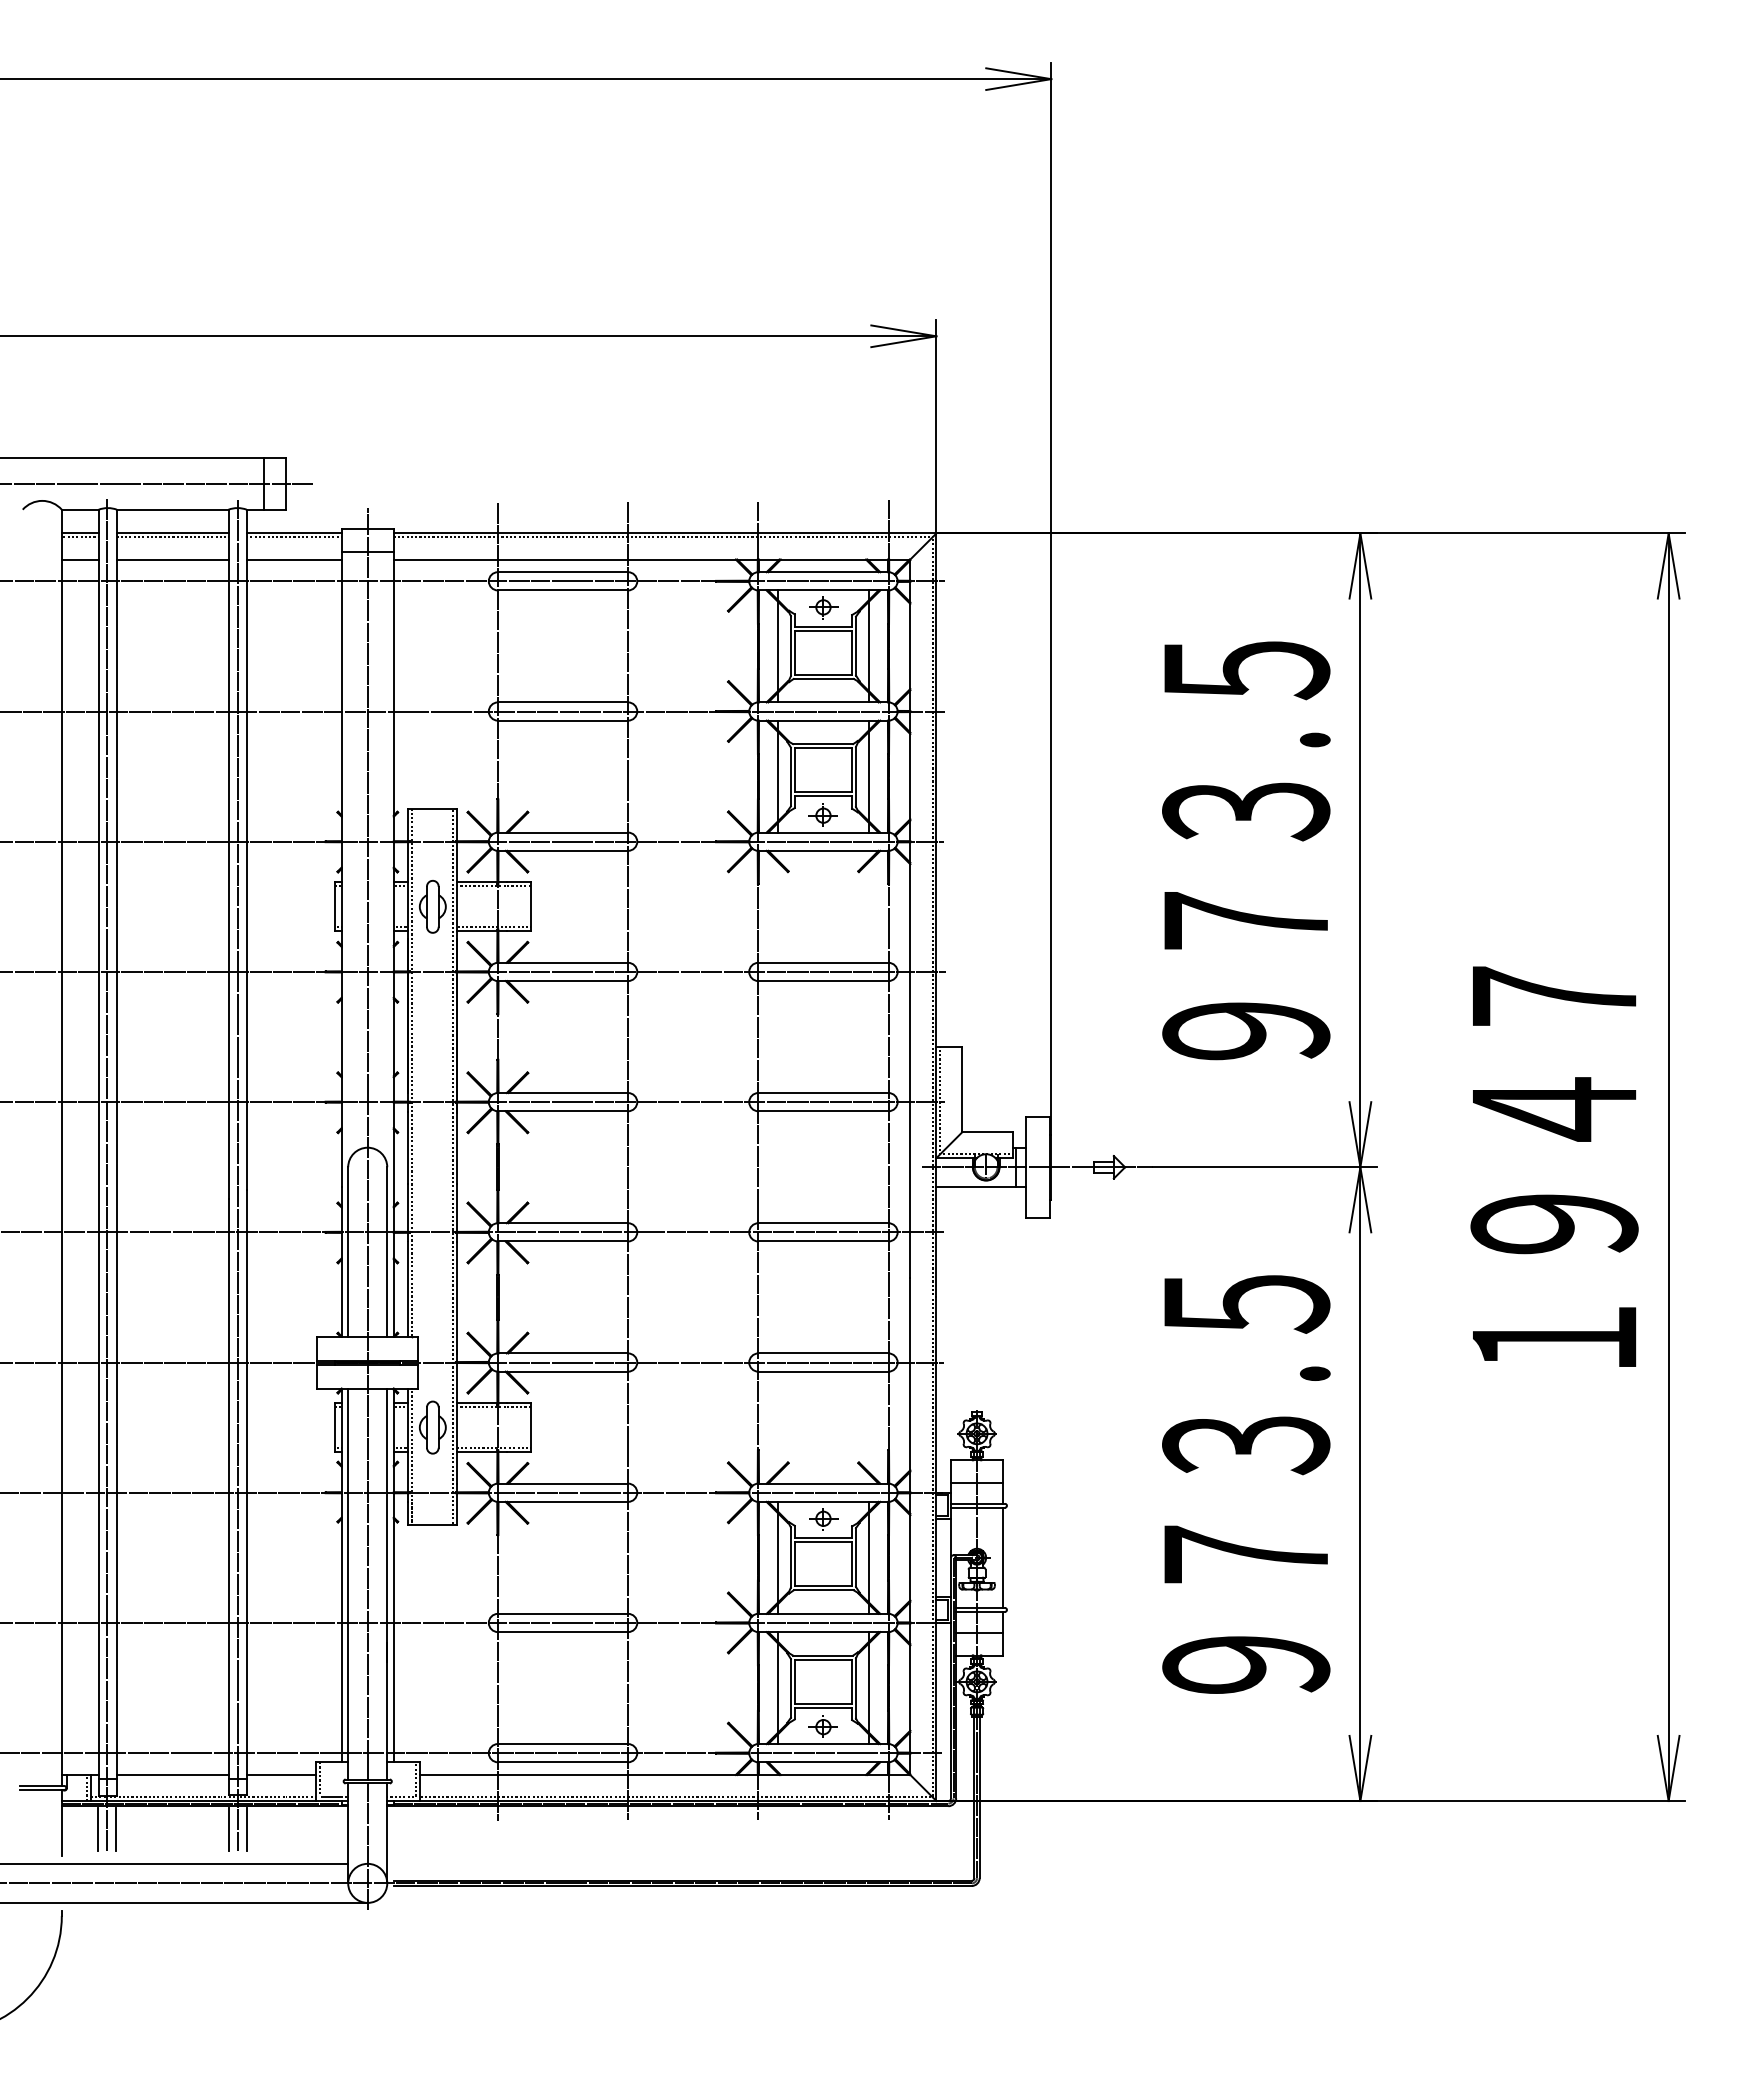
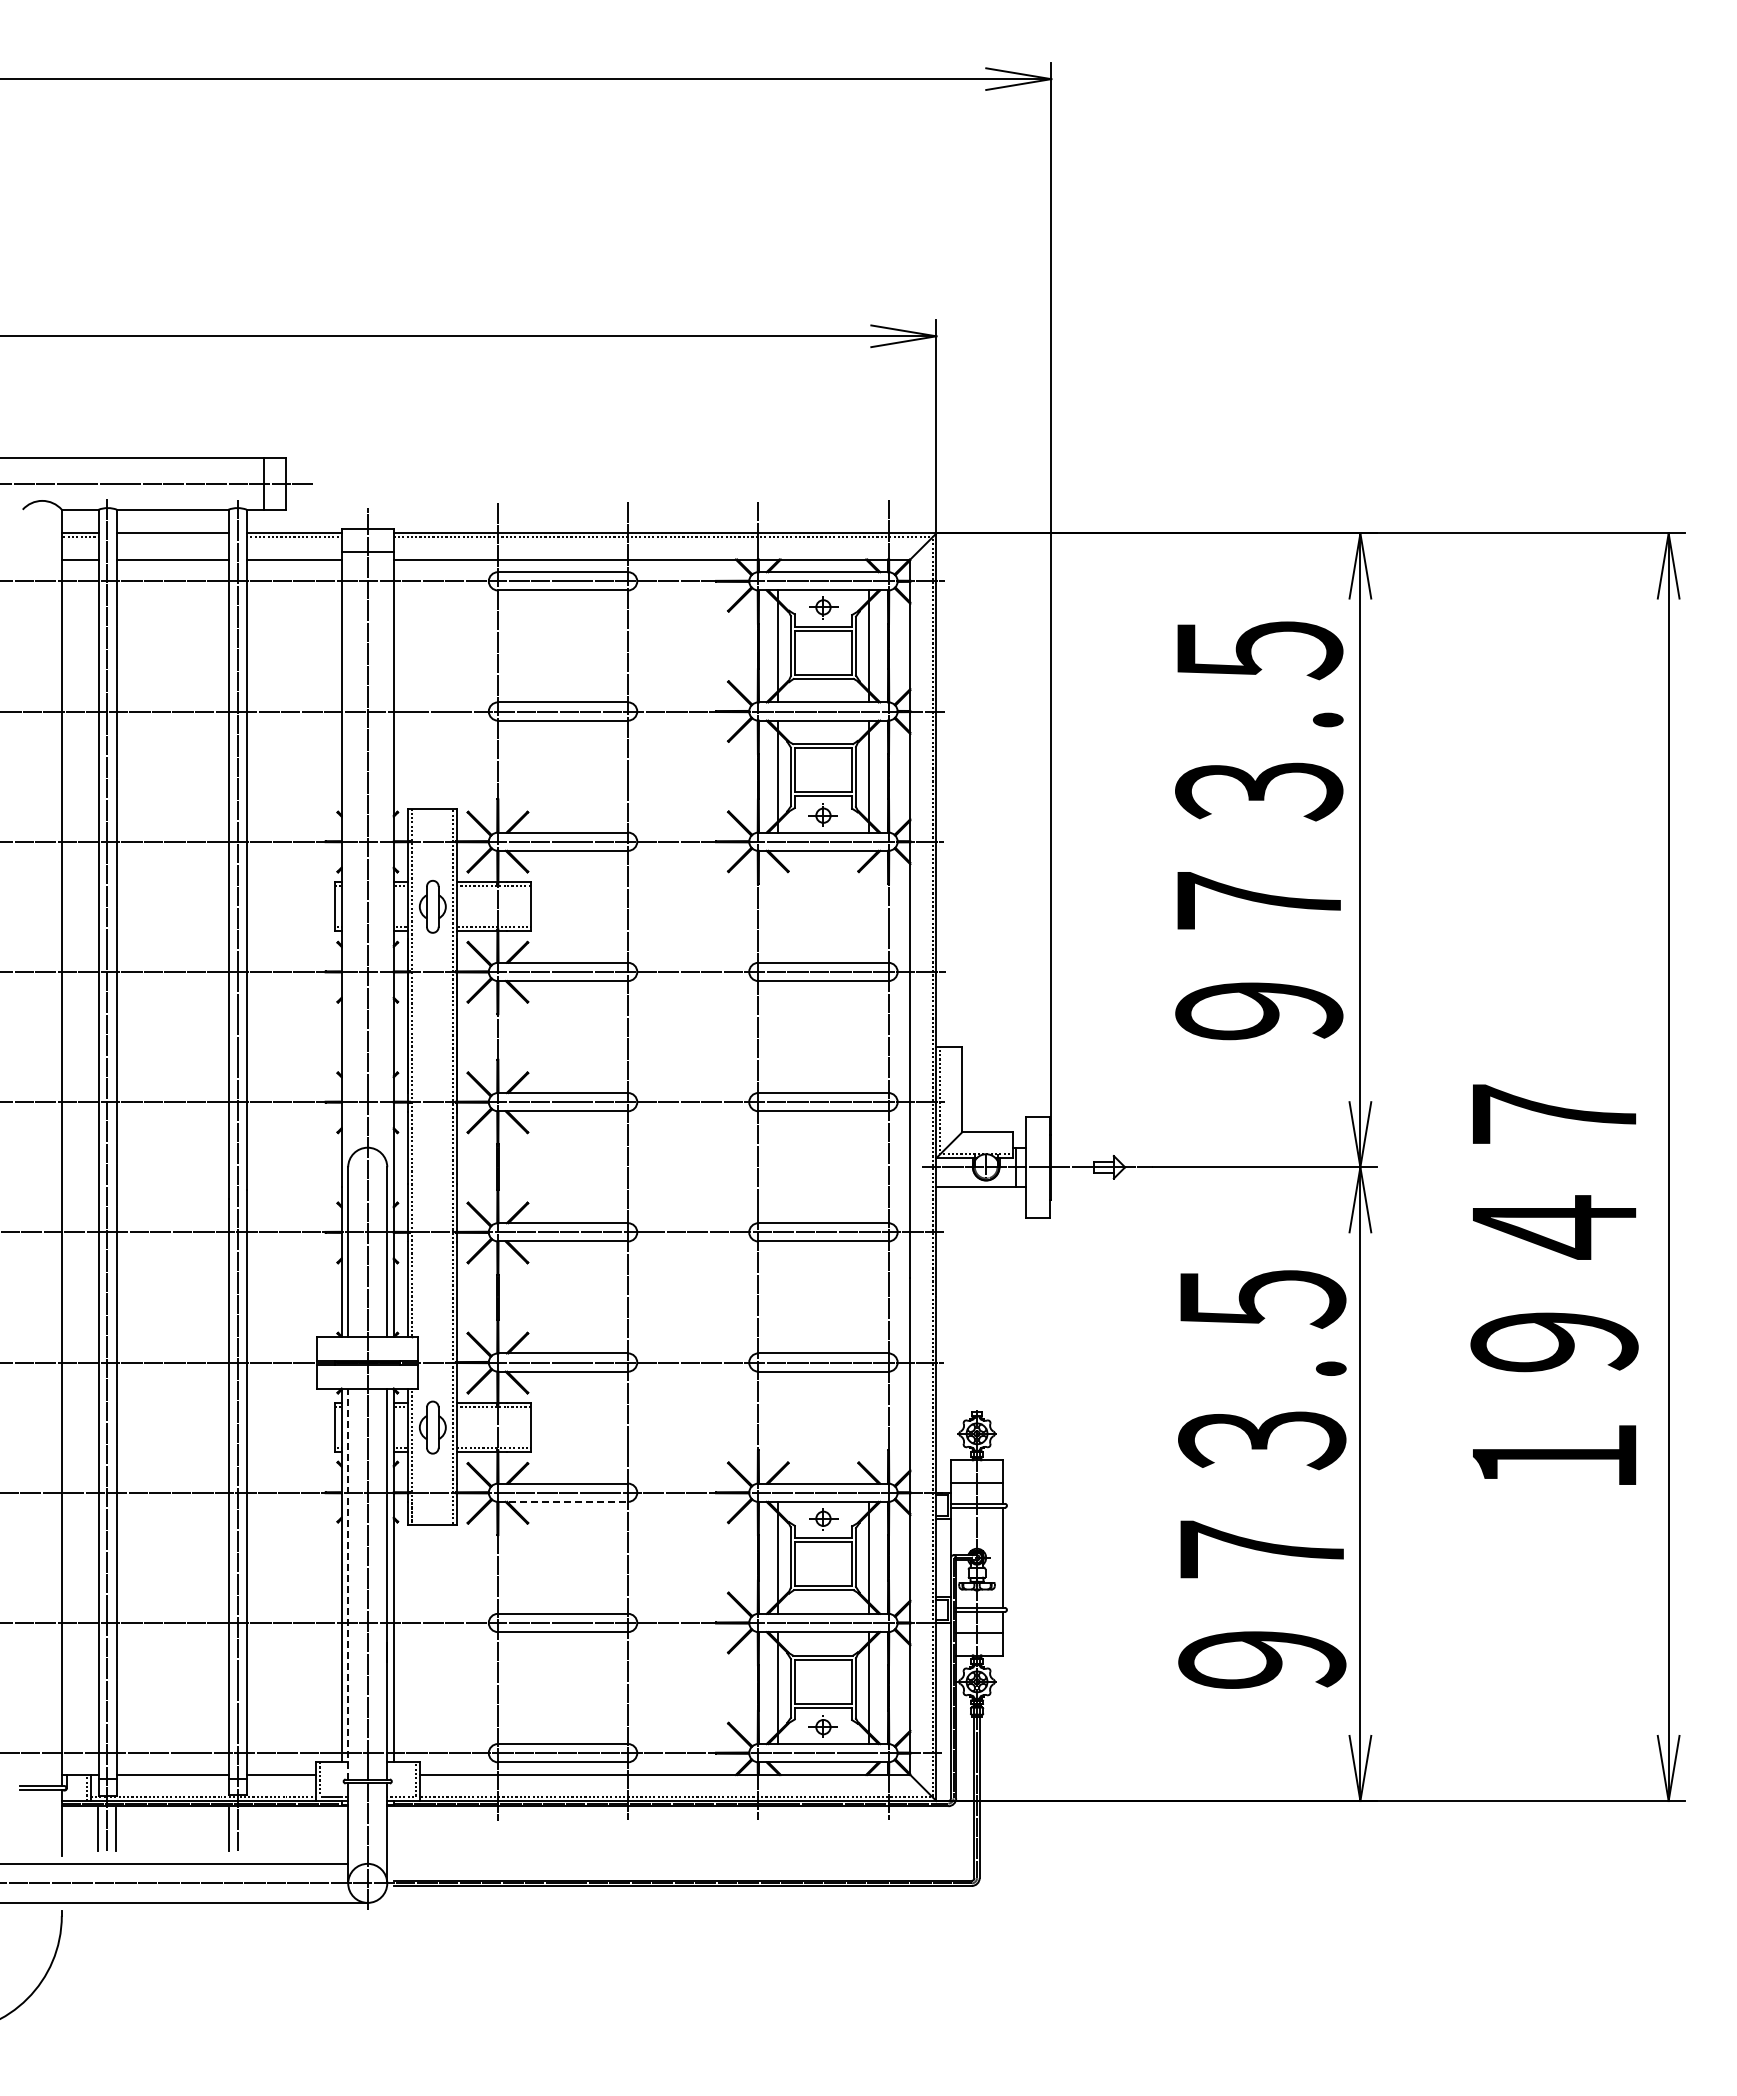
line at (172, 537): present -> none
text at (1246, 850) position: (1246, 850) -> (1259, 830)
text at (1554, 1166) position: (1554, 1166) -> (1554, 1284)
text at (1246, 1484) position: (1246, 1484) -> (1262, 1479)
line at (563, 1501): solid -> dashed
line at (348, 1583): solid -> dashed
line at (246, 1829): present -> none
